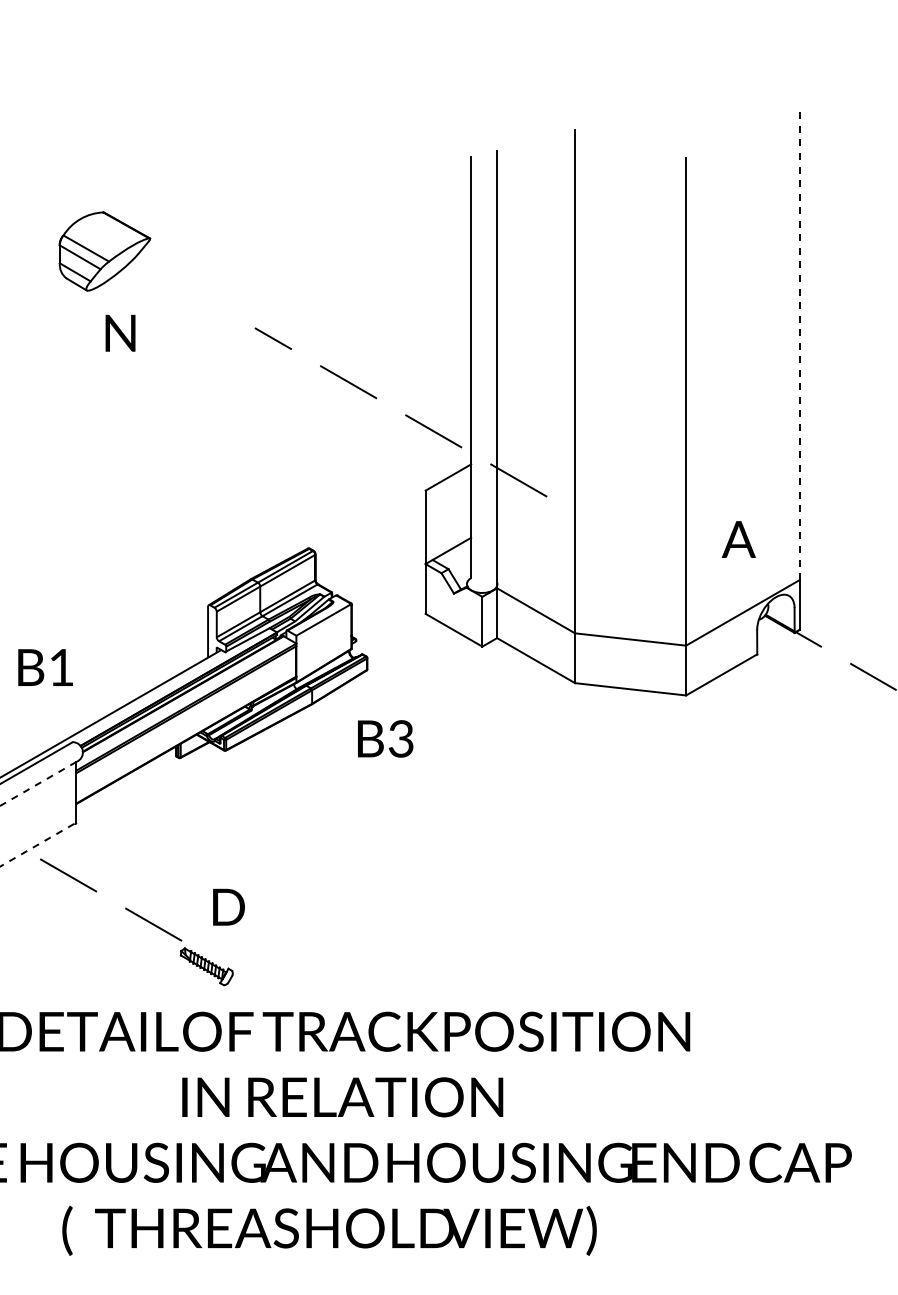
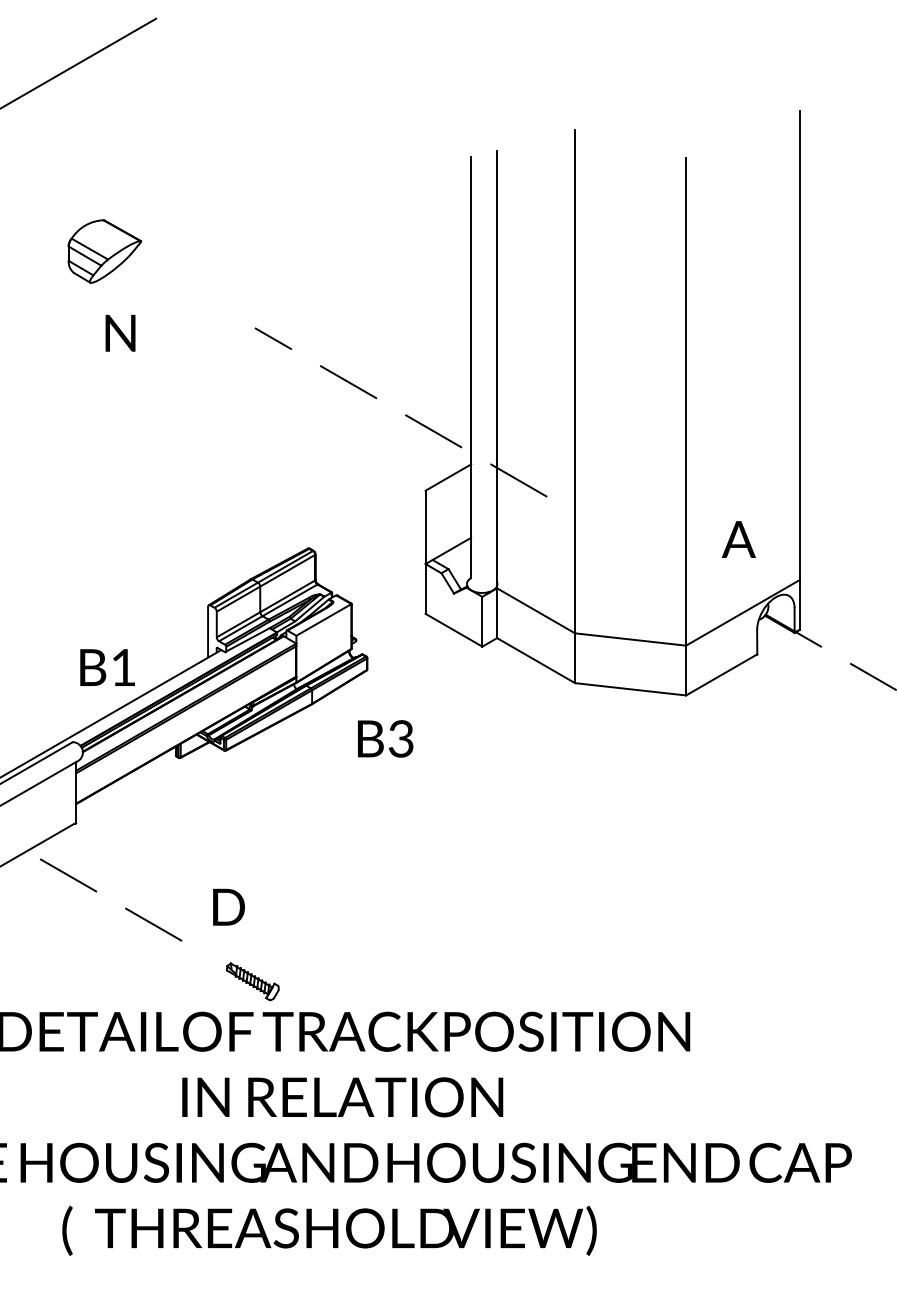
line at (79, 62): none -> present
part at (104, 251) size: 94x81 px -> 75x65 px
line at (799, 345): dashed -> solid
text at (45, 667) position: (45, 667) -> (107, 667)
line at (38, 783): dashed -> solid
line at (36, 845): dashed -> solid
part at (206, 966) position: (206, 966) -> (252, 981)
